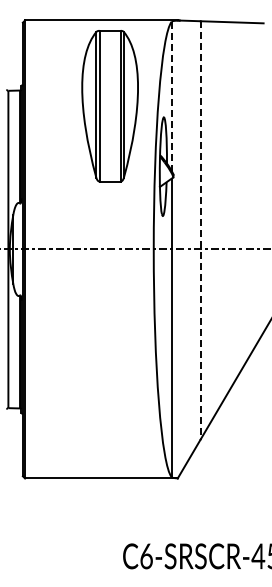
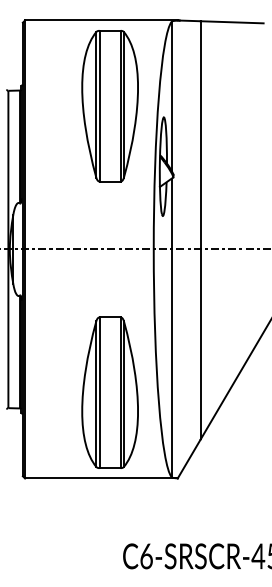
line at (171, 96): dashed -> solid
line at (200, 230): dashed -> solid
part at (109, 392): none -> present
